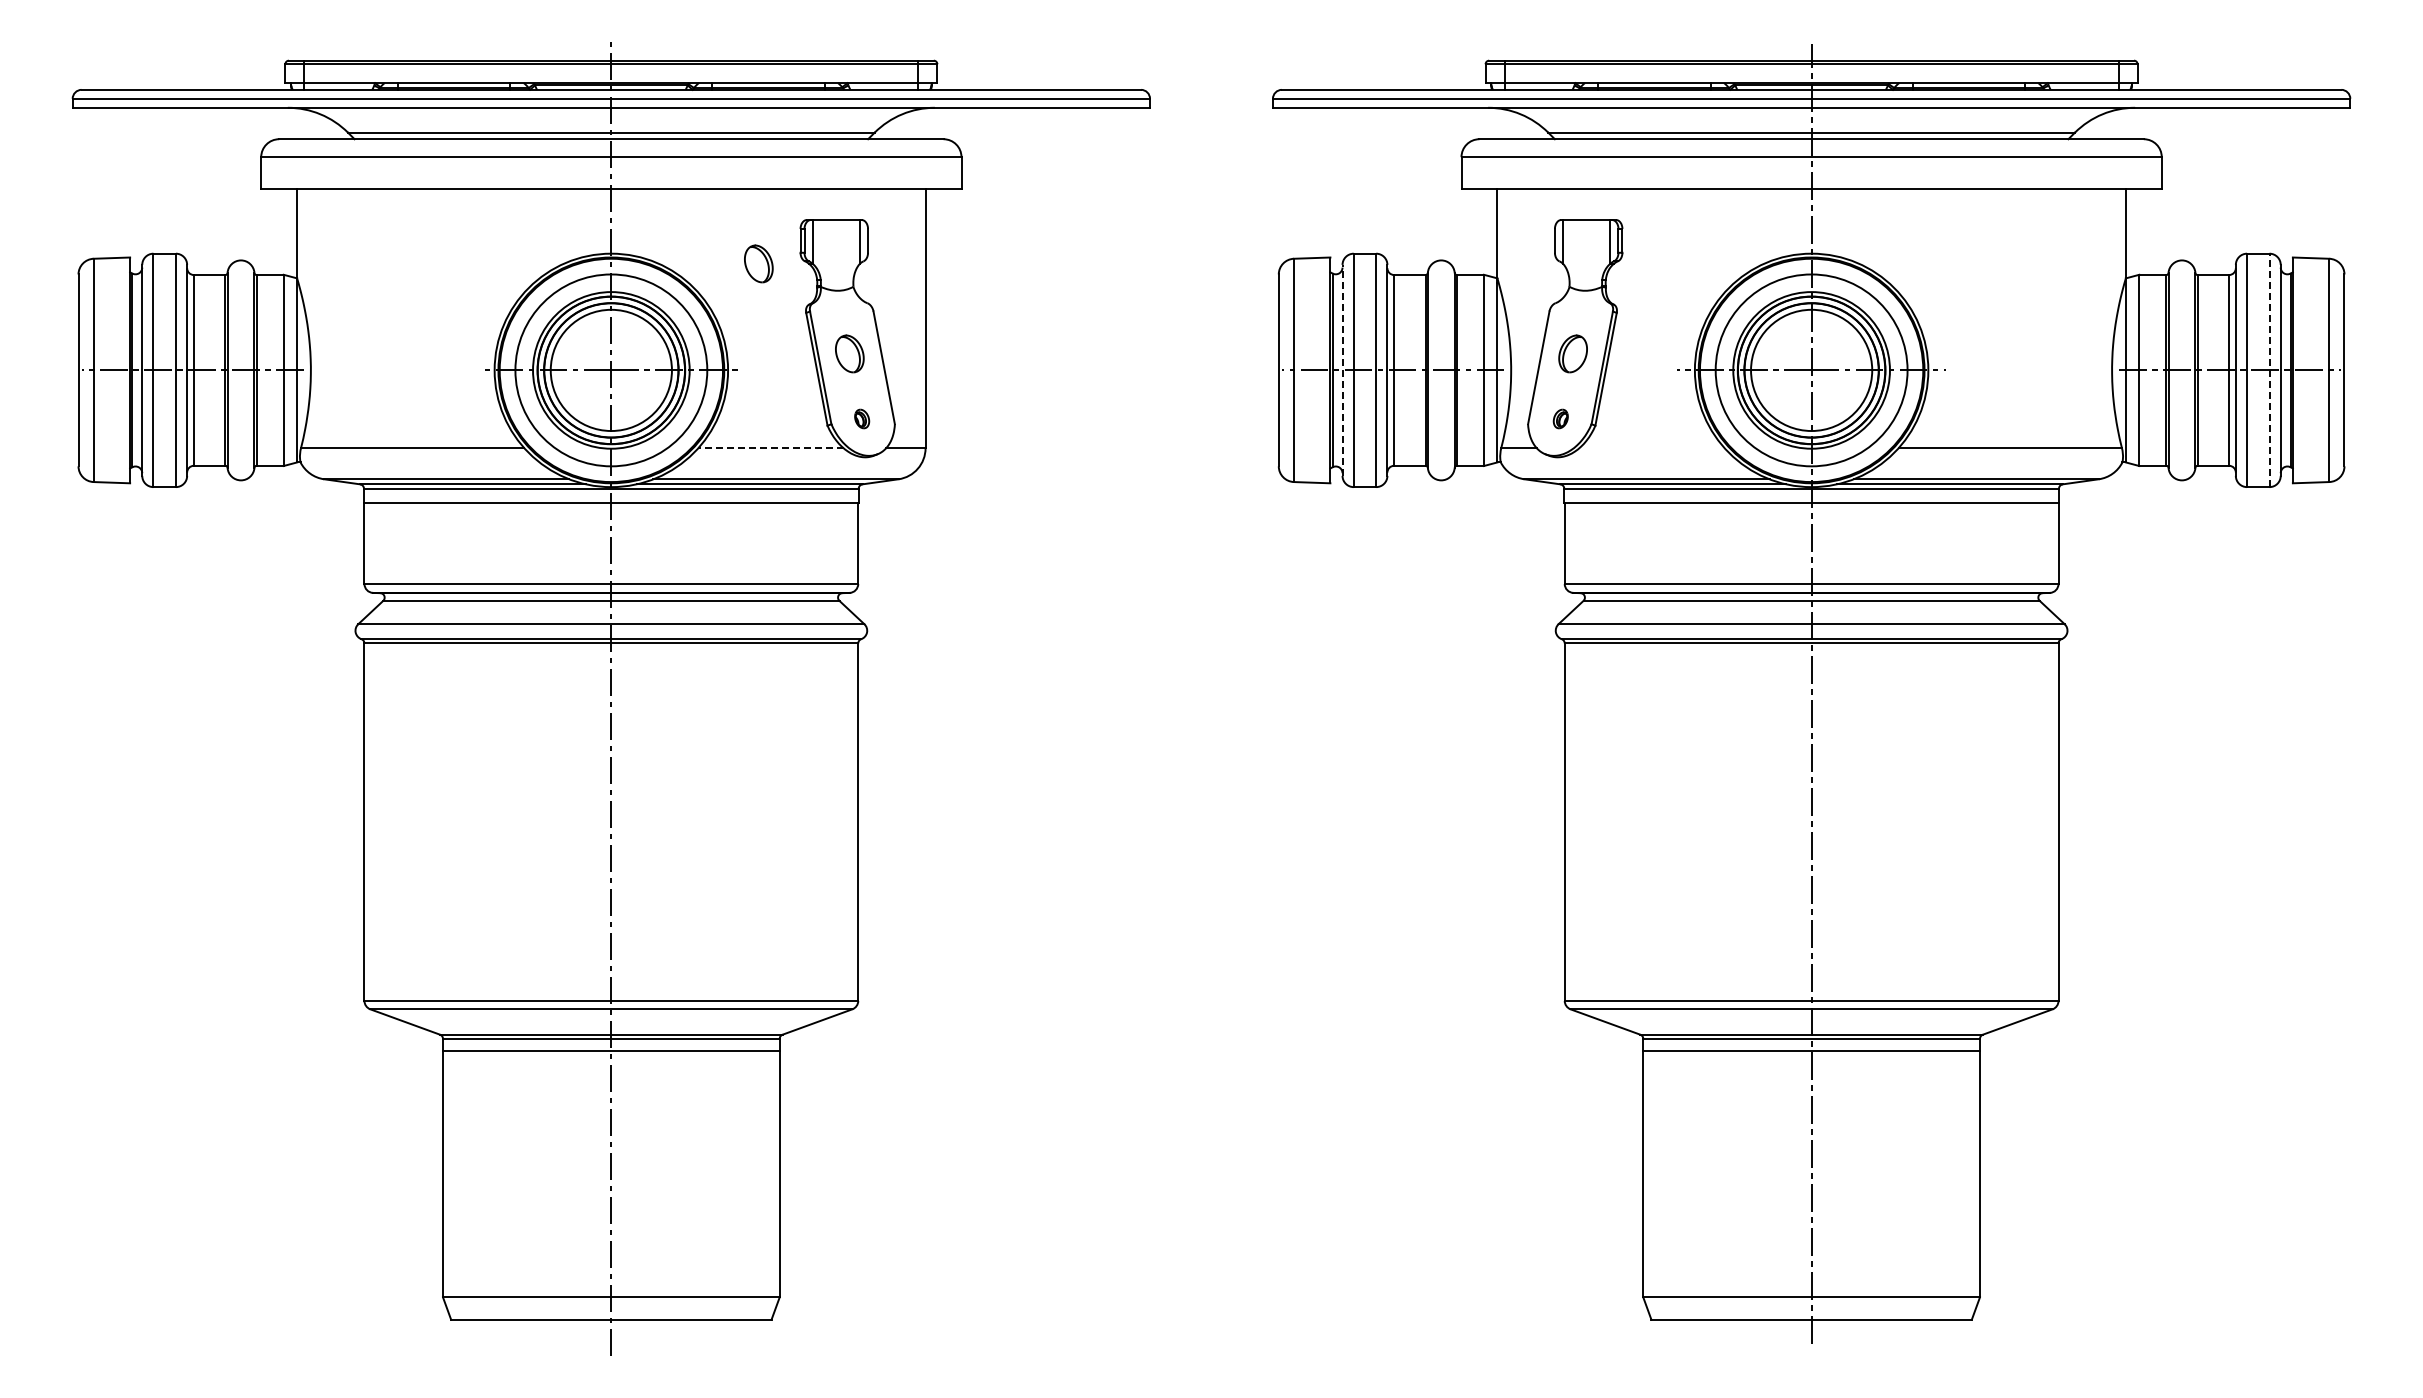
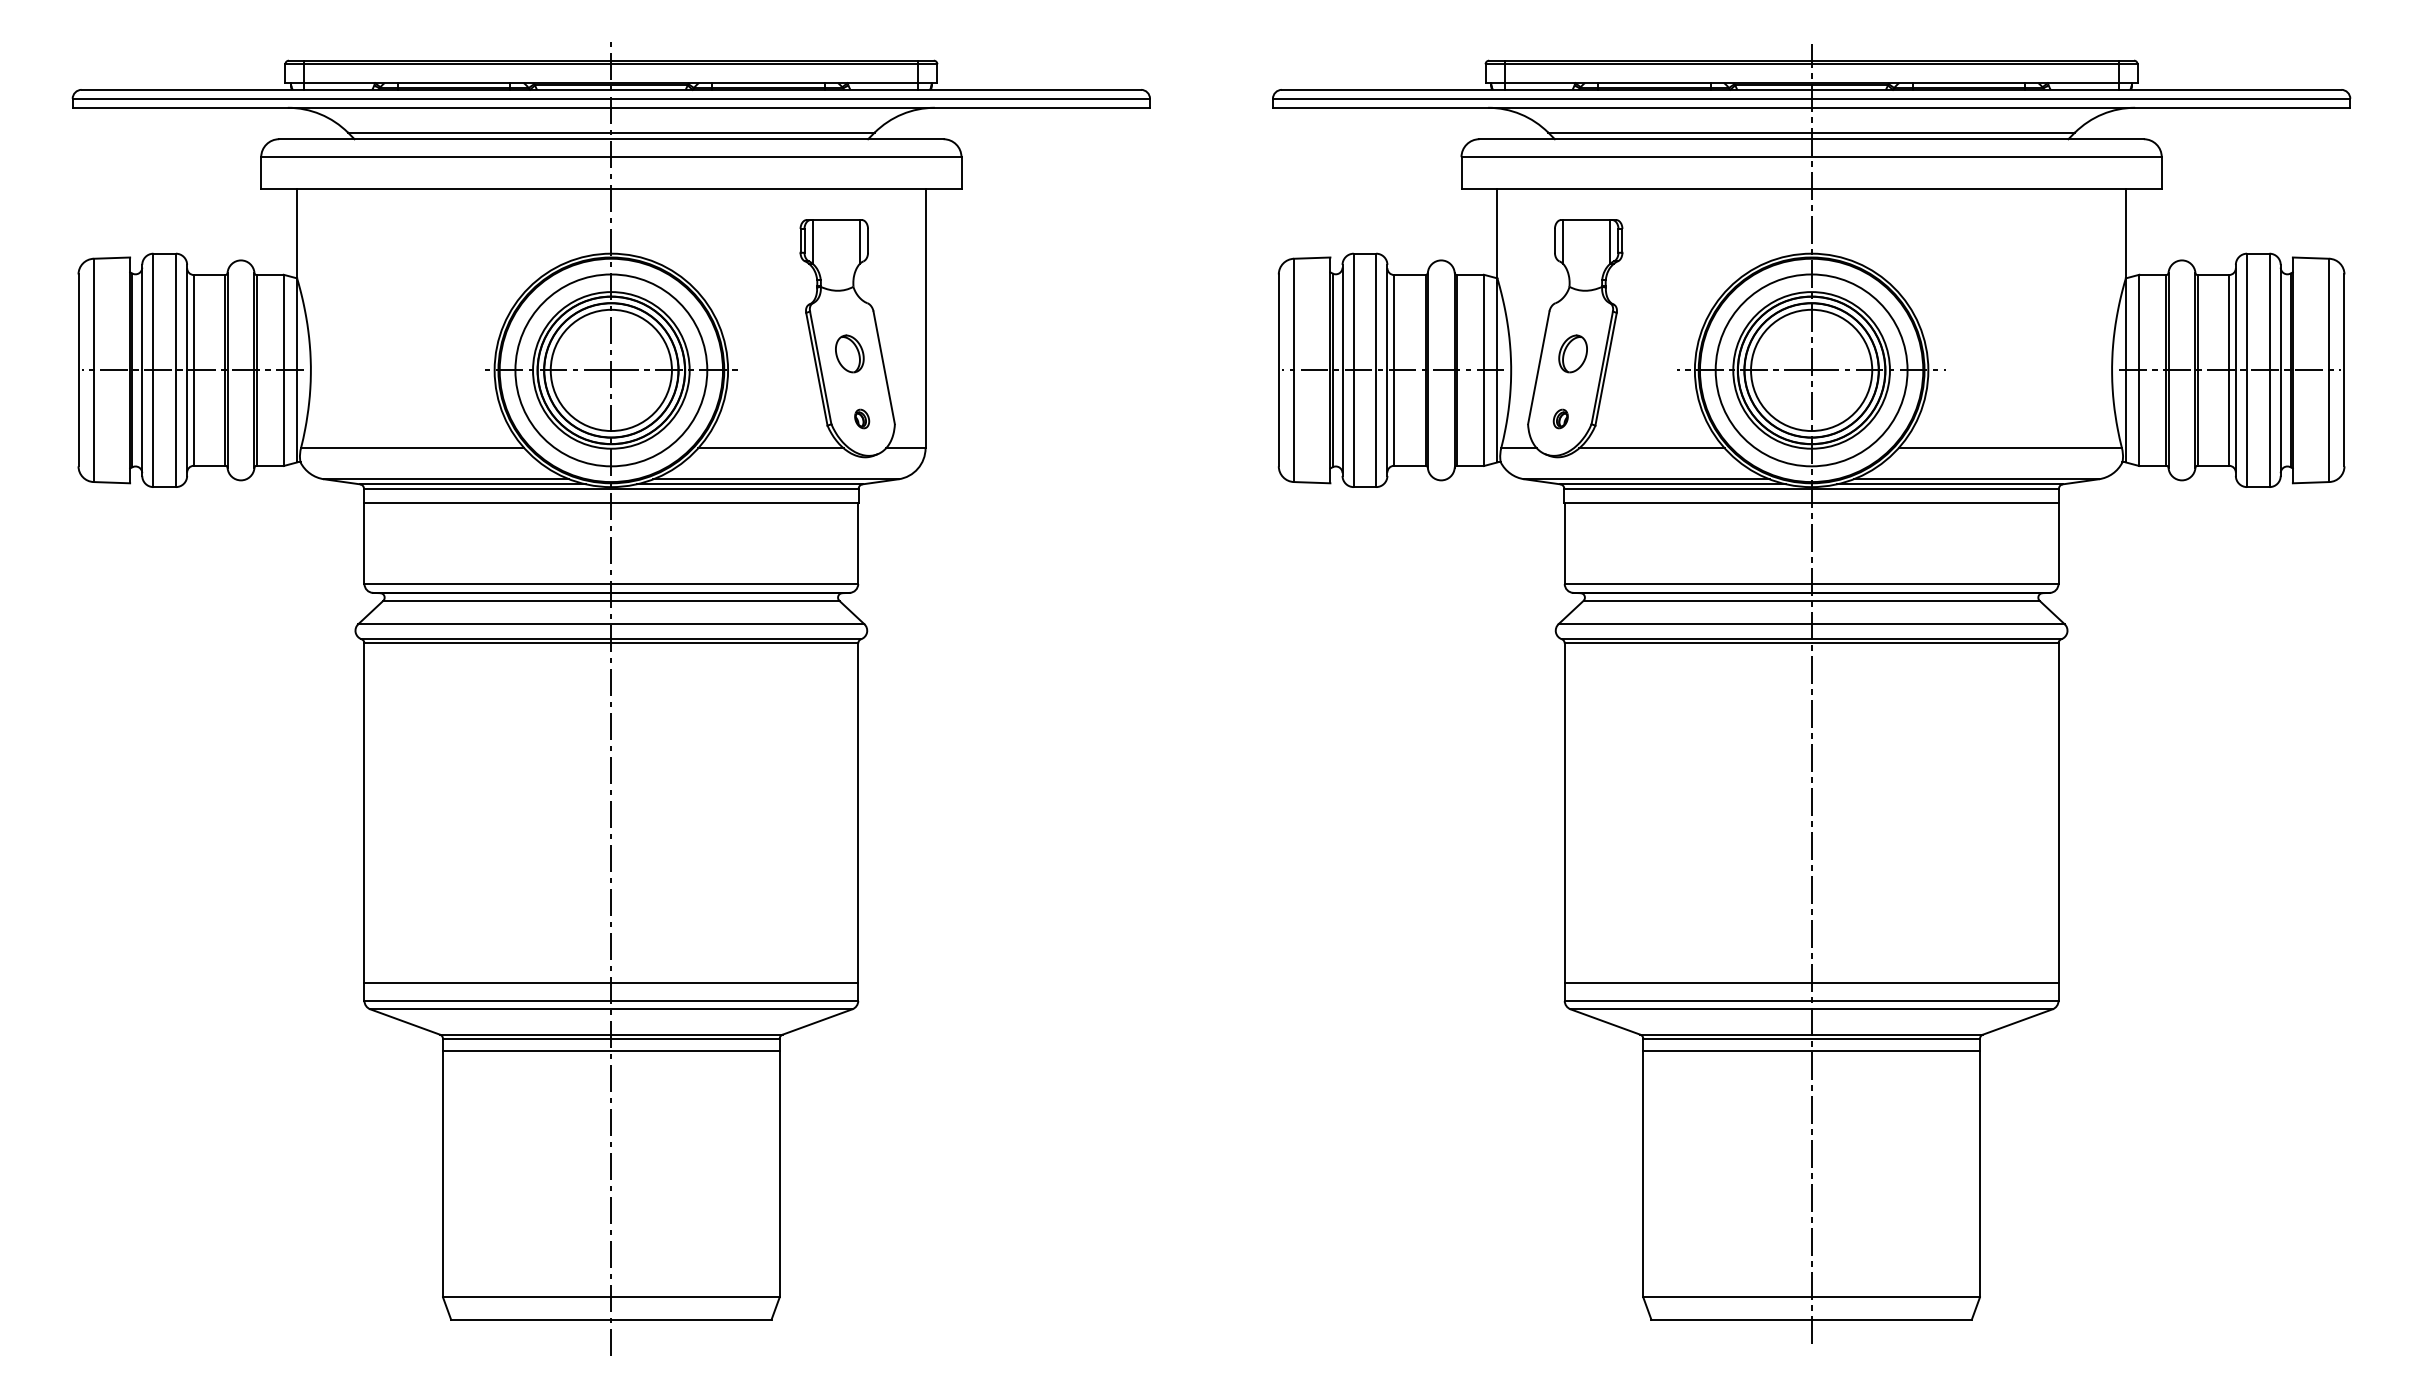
part at (758, 263): present -> none
line at (1342, 369): dashed -> solid
line at (2269, 370): dashed -> solid
line at (770, 448): dashed -> solid
line at (1651, 448): none -> present
line at (611, 983): none -> present
line at (1811, 983): none -> present
